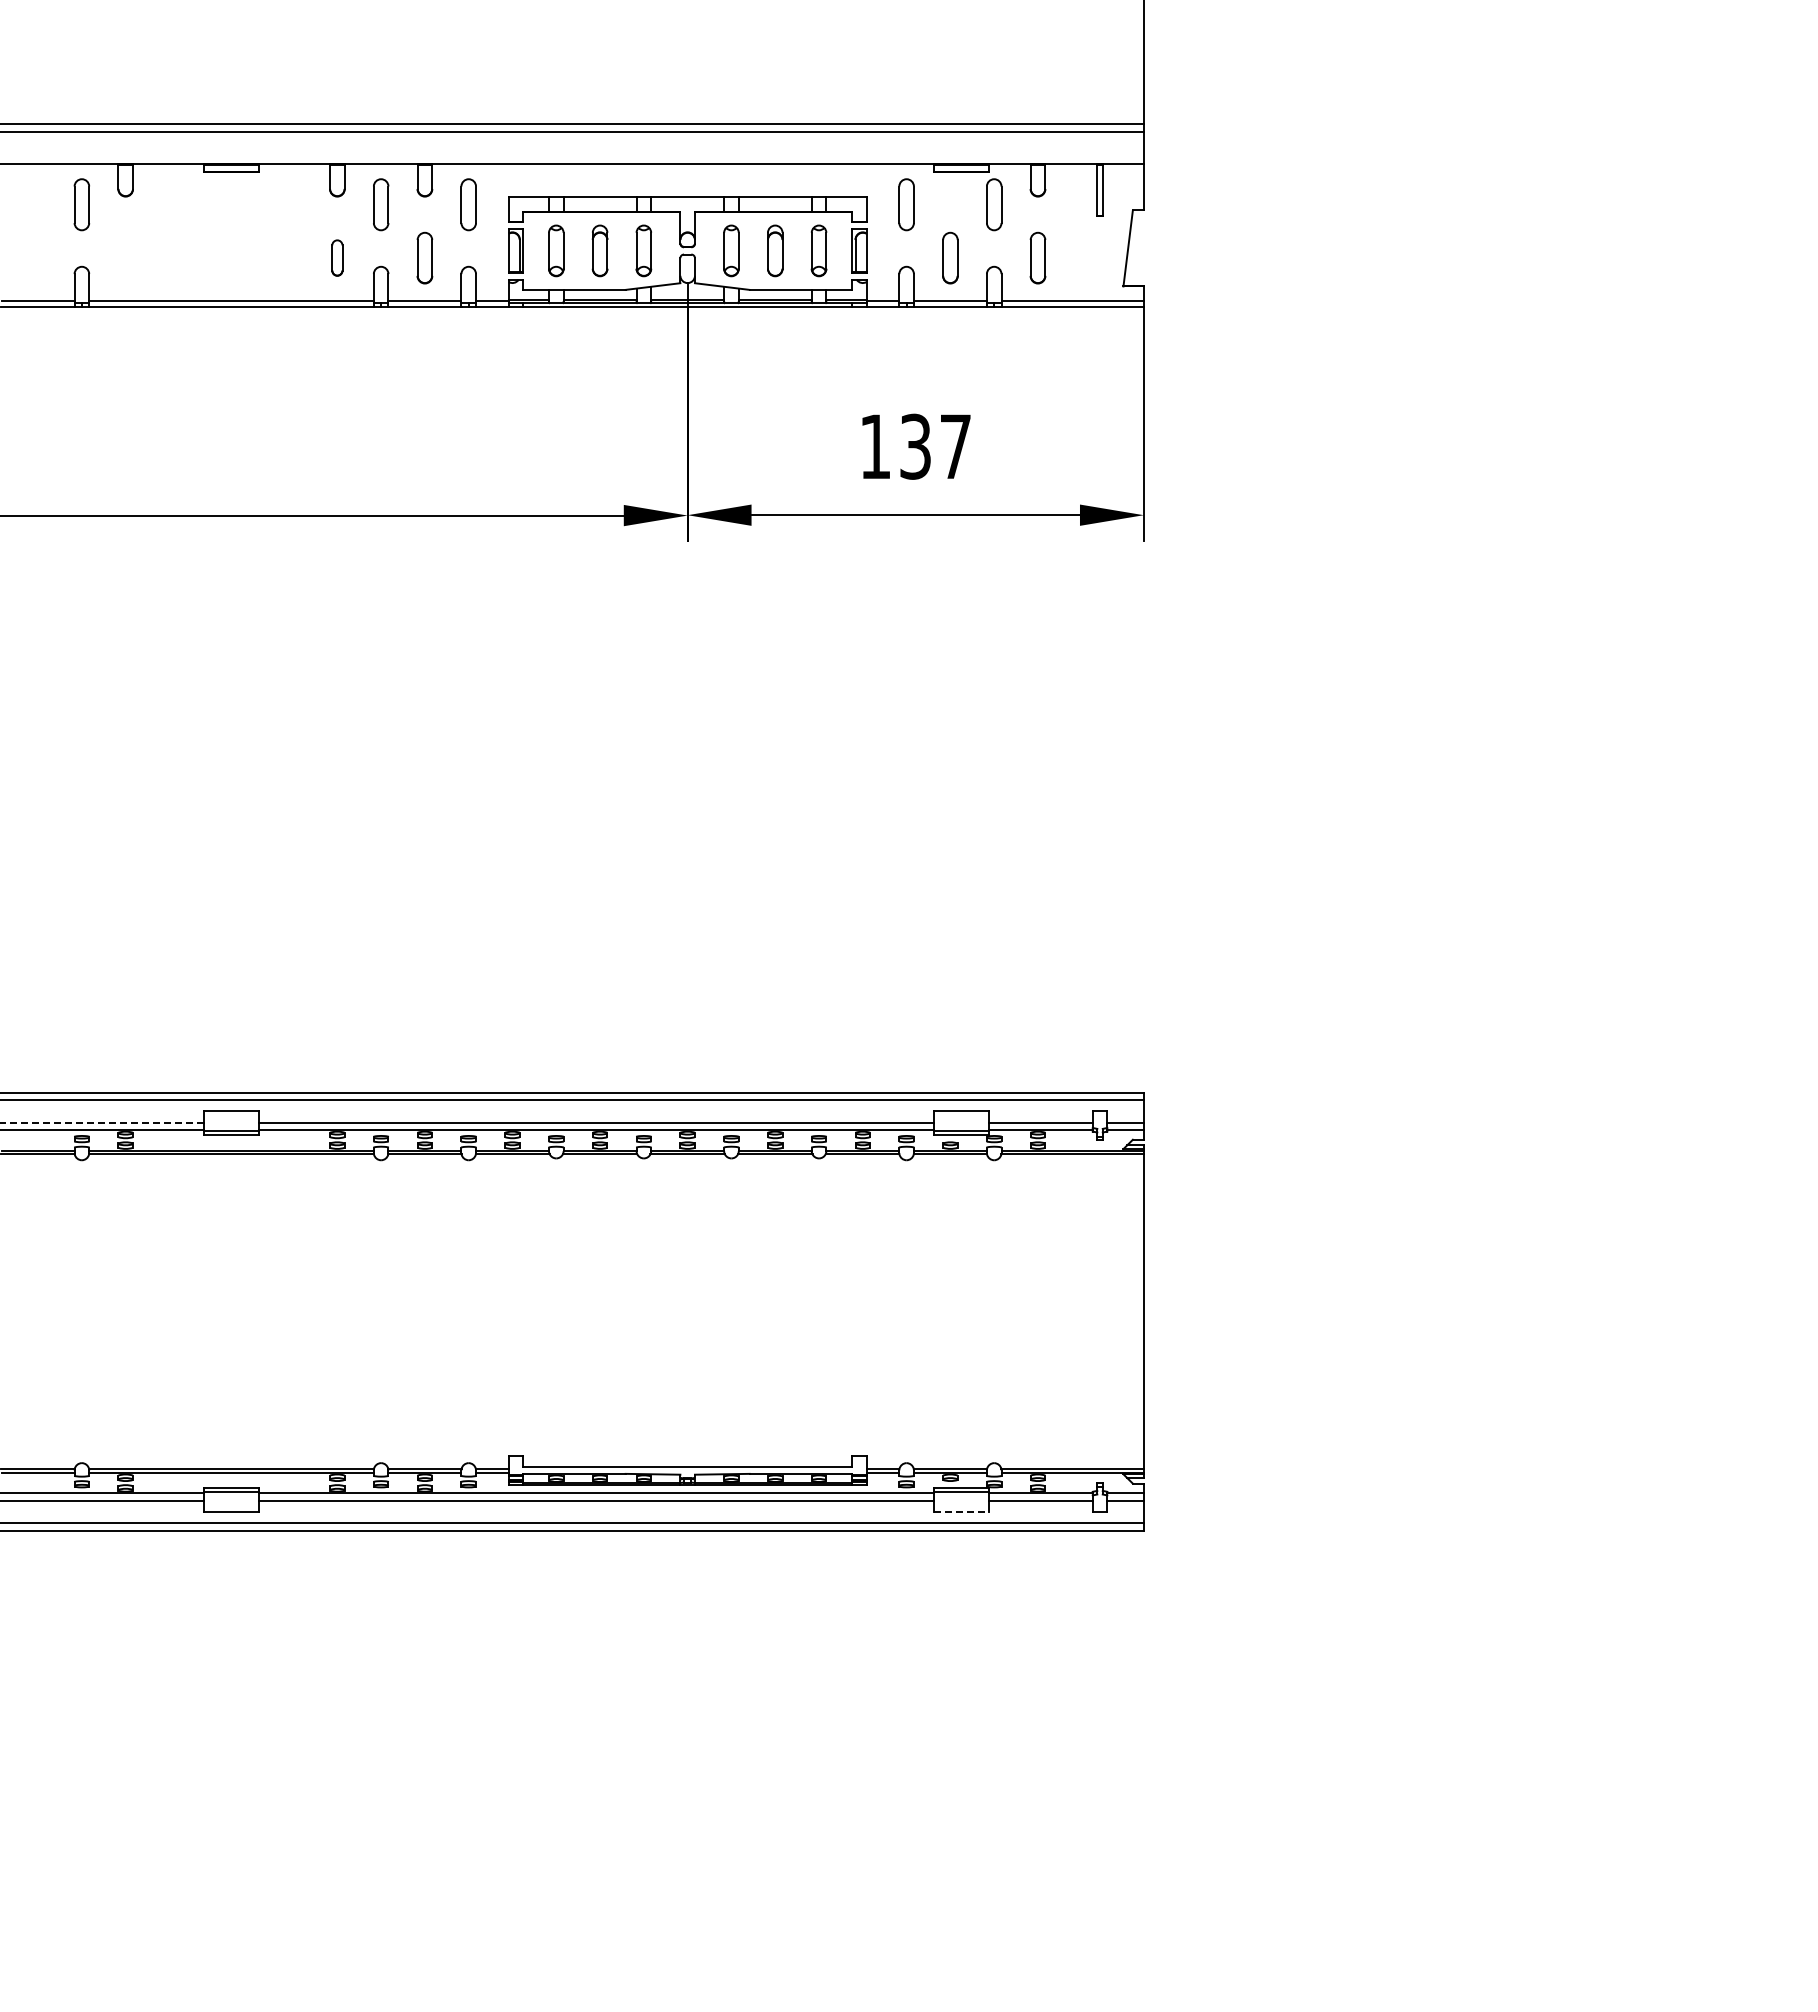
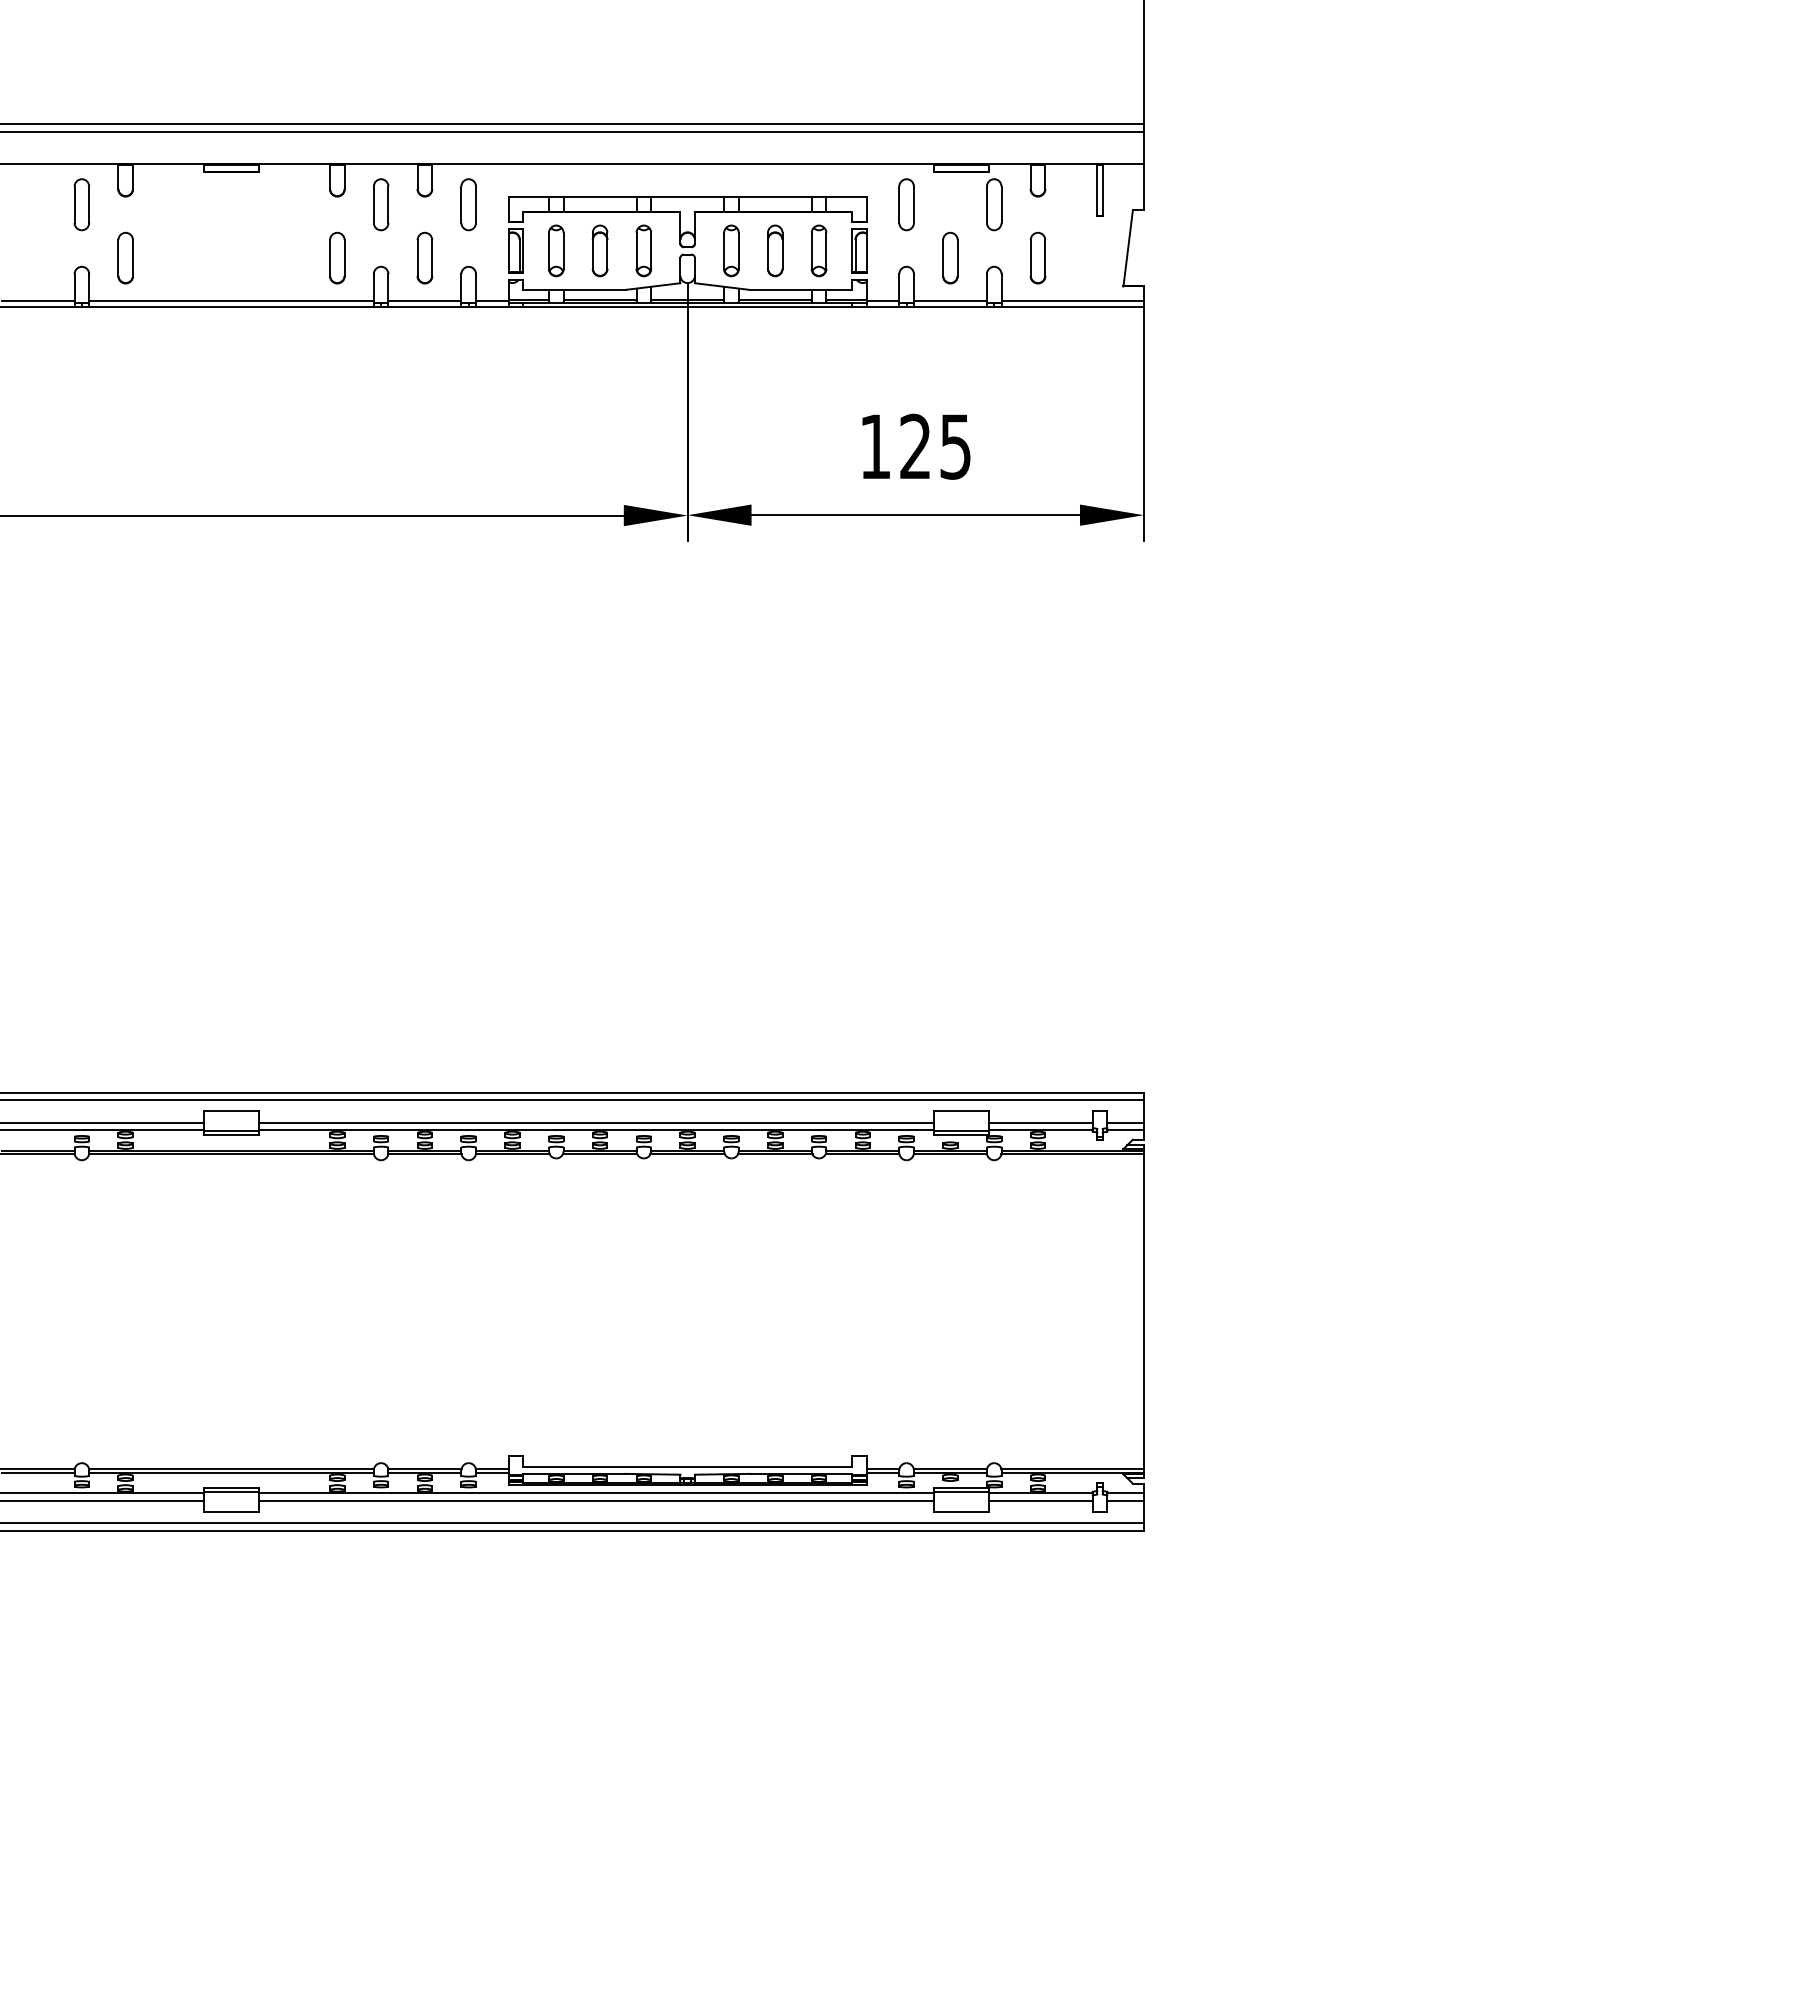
part at (125, 257): none -> present
part at (337, 257) size: 13x38 px -> 17x54 px
text at (935, 446): 137 -> 125
line at (102, 1122): dashed -> solid
line at (961, 1512): dashed -> solid
